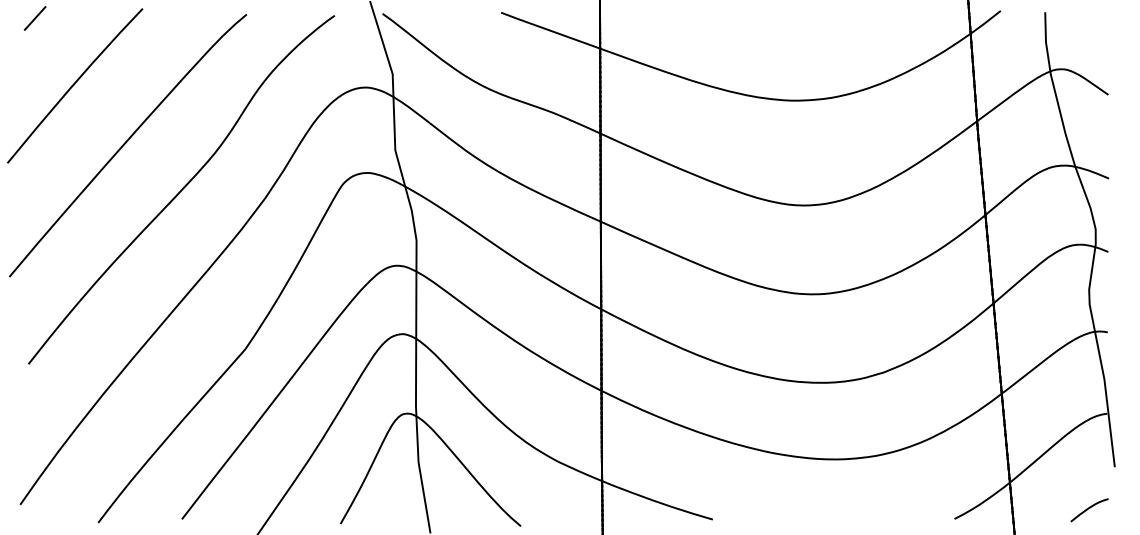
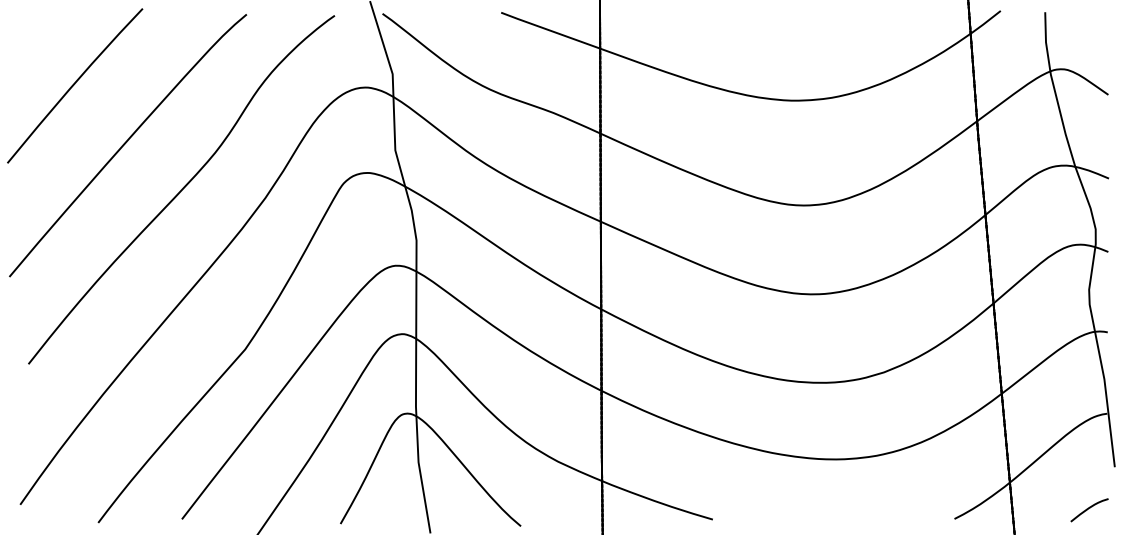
line at (34, 18): present -> none
